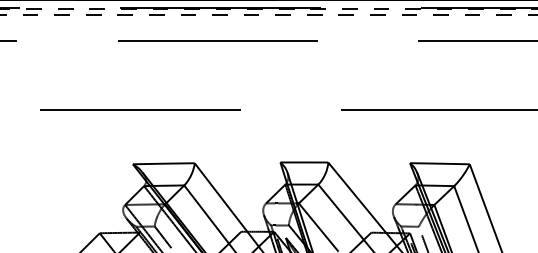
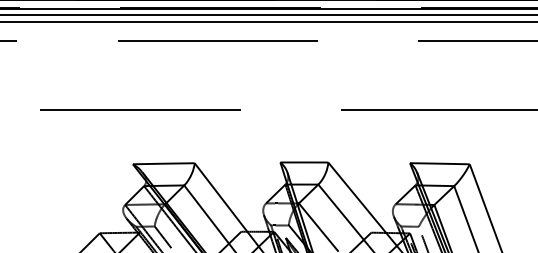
line at (269, 9): dashed -> solid
line at (268, 15): dashed -> solid
line at (268, 21): none -> present
